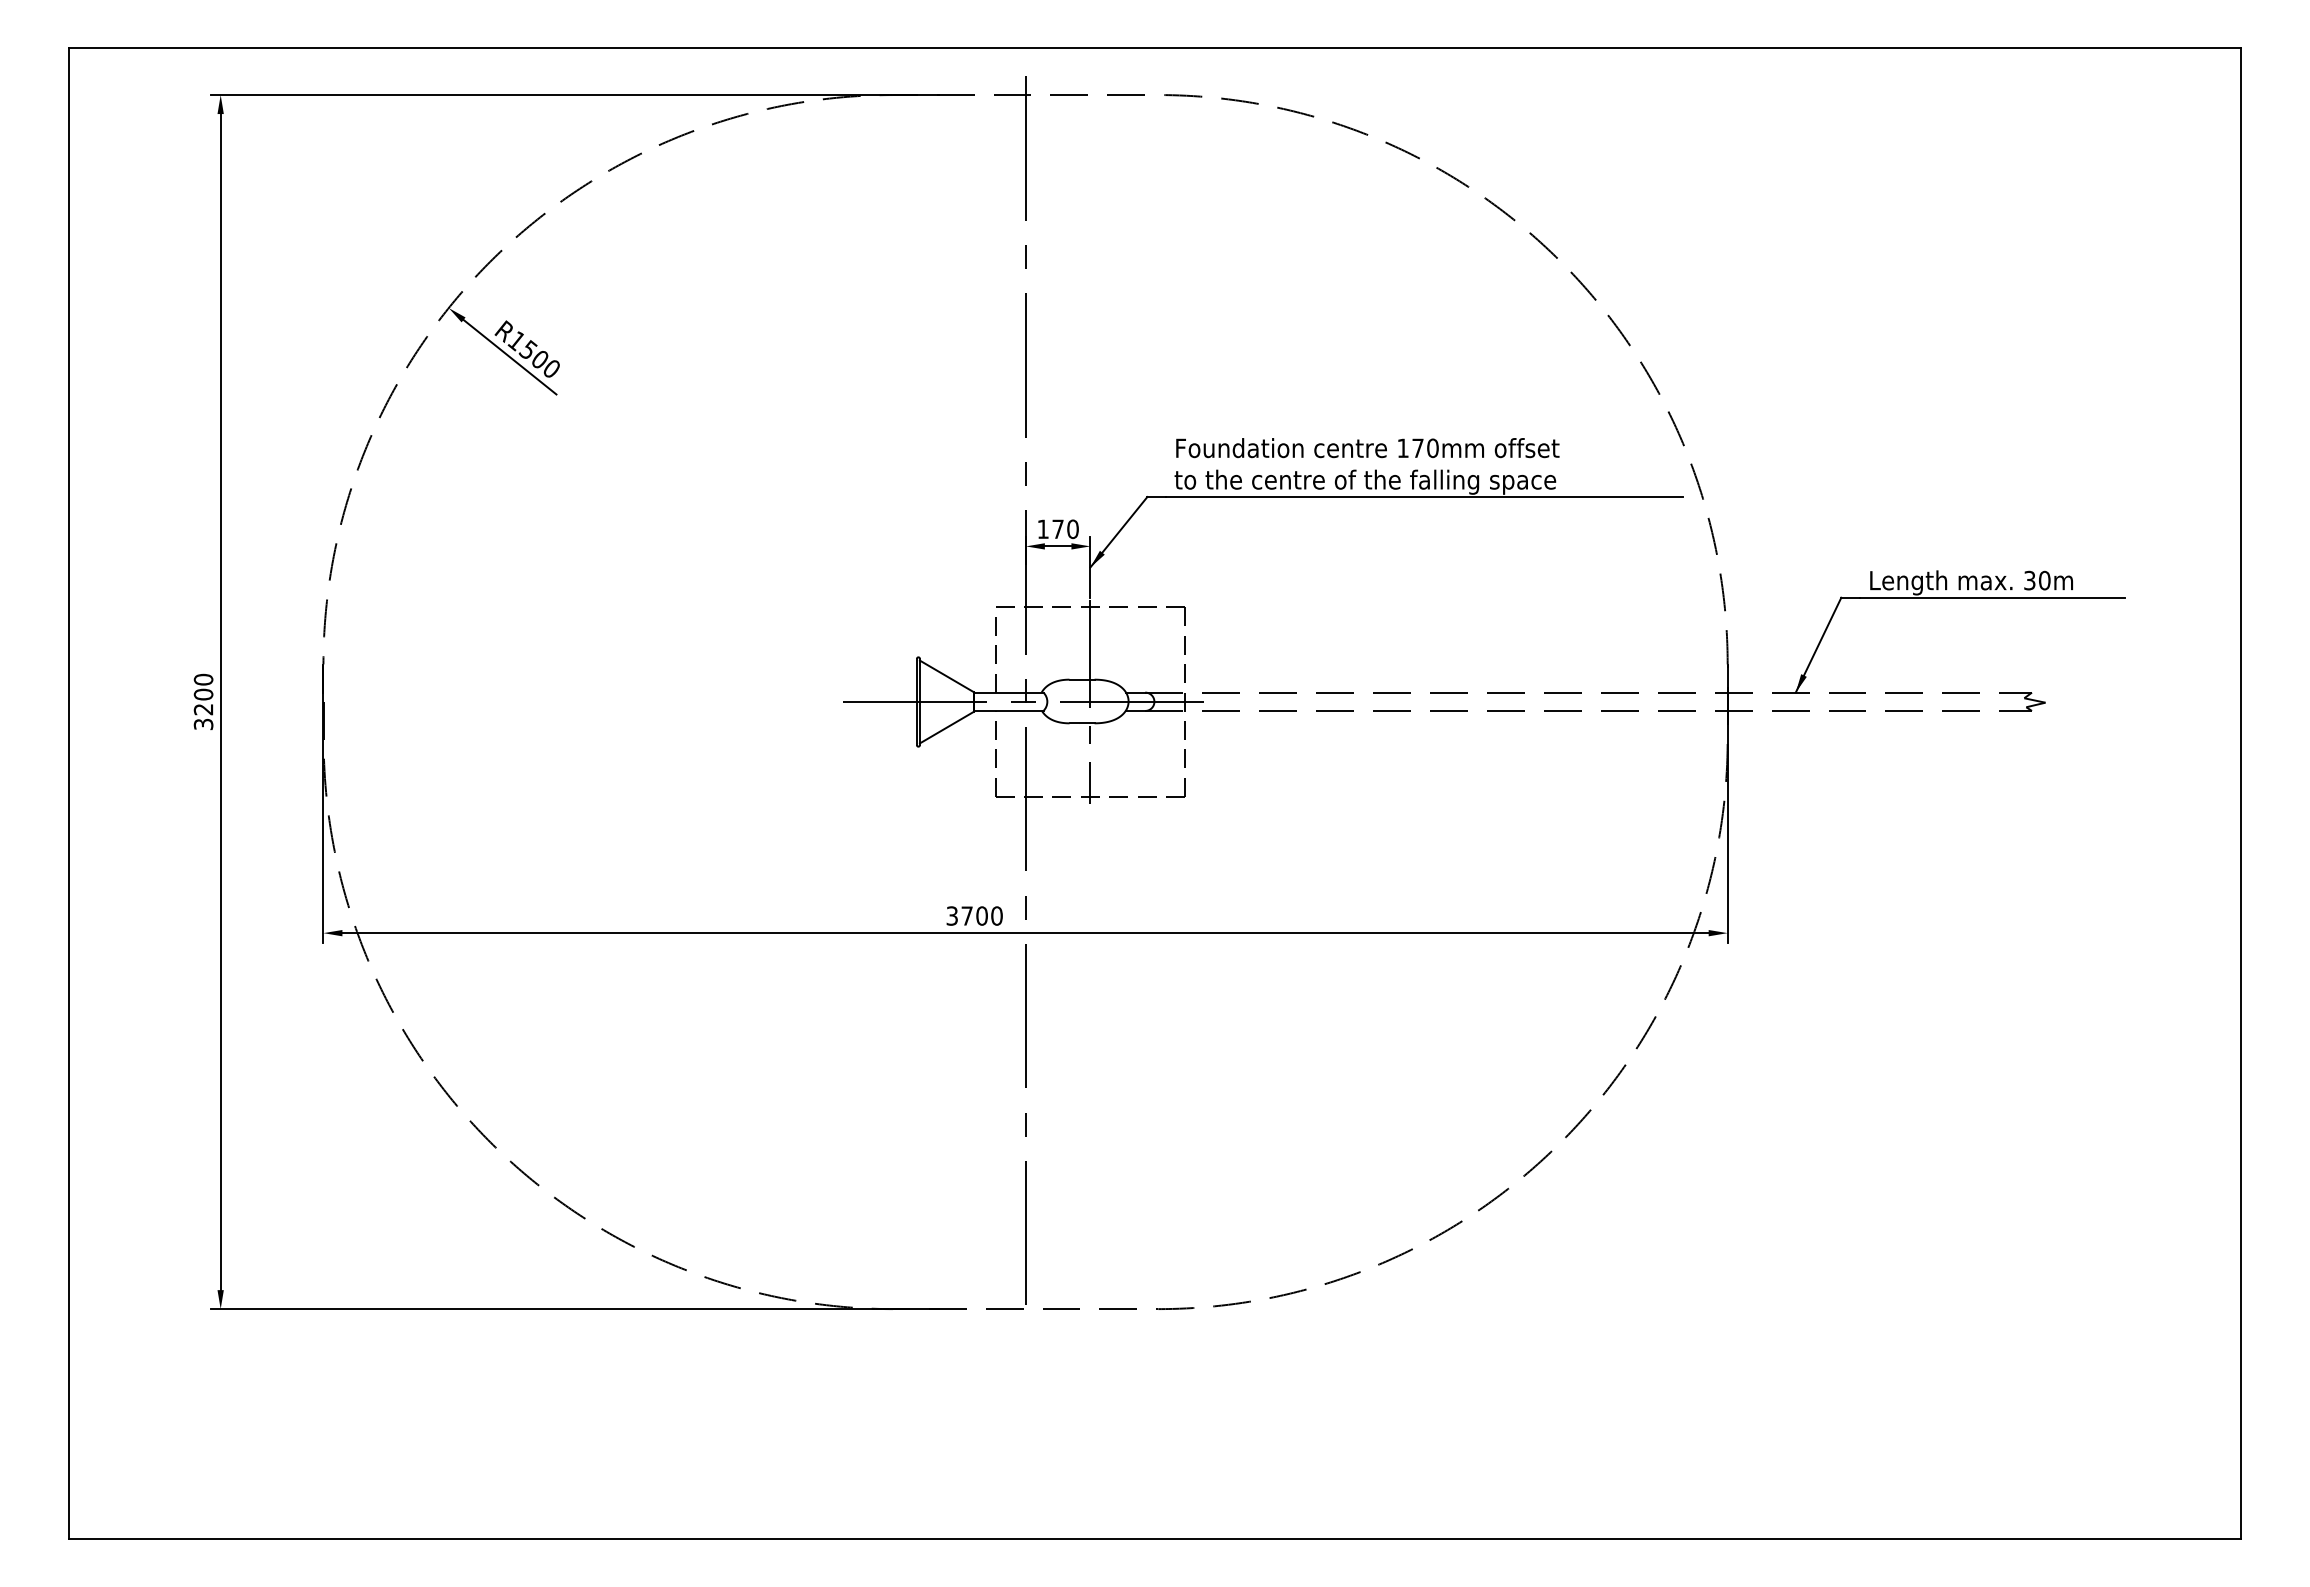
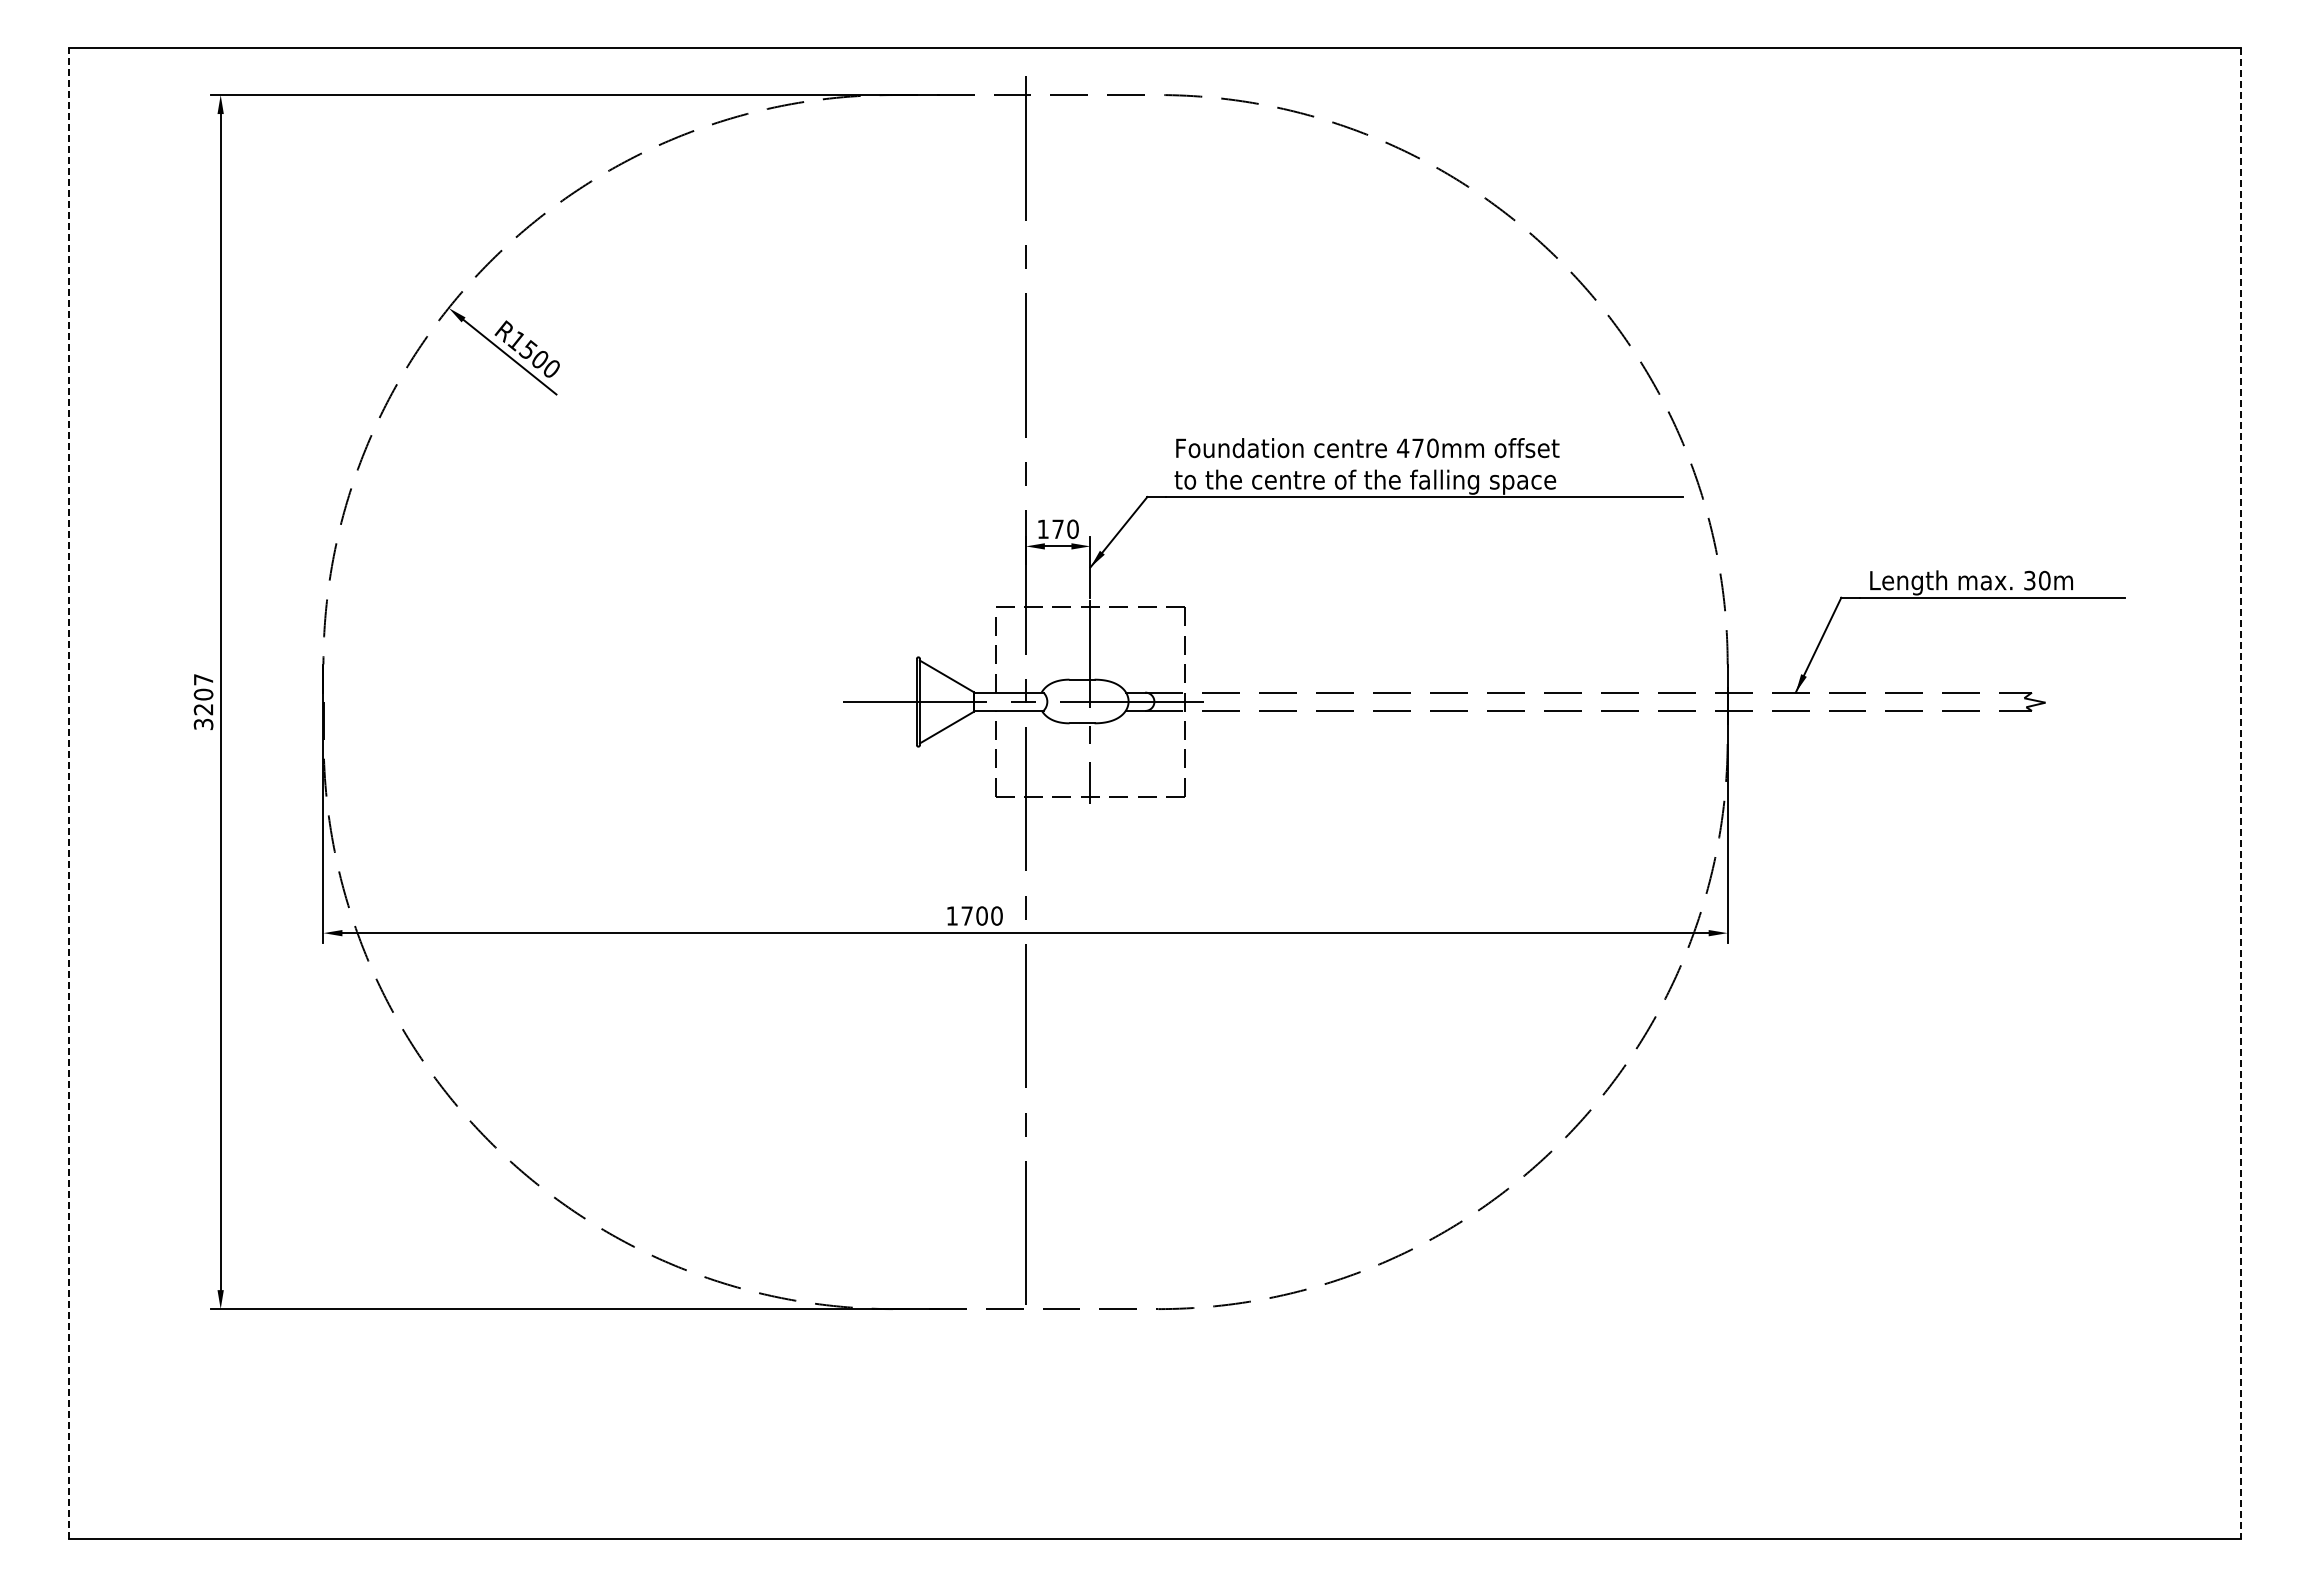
text at (1402, 447): 170mm -> 470mm
text at (203, 679): 3200 -> 3207
line at (69, 793): solid -> dashed
line at (2240, 793): solid -> dashed
text at (951, 915): 3700 -> 1700
